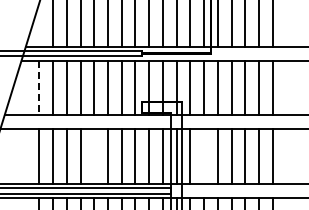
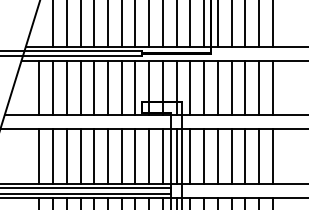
line at (39, 88): dashed -> solid
line at (94, 156): none -> present
line at (204, 156): none -> present
